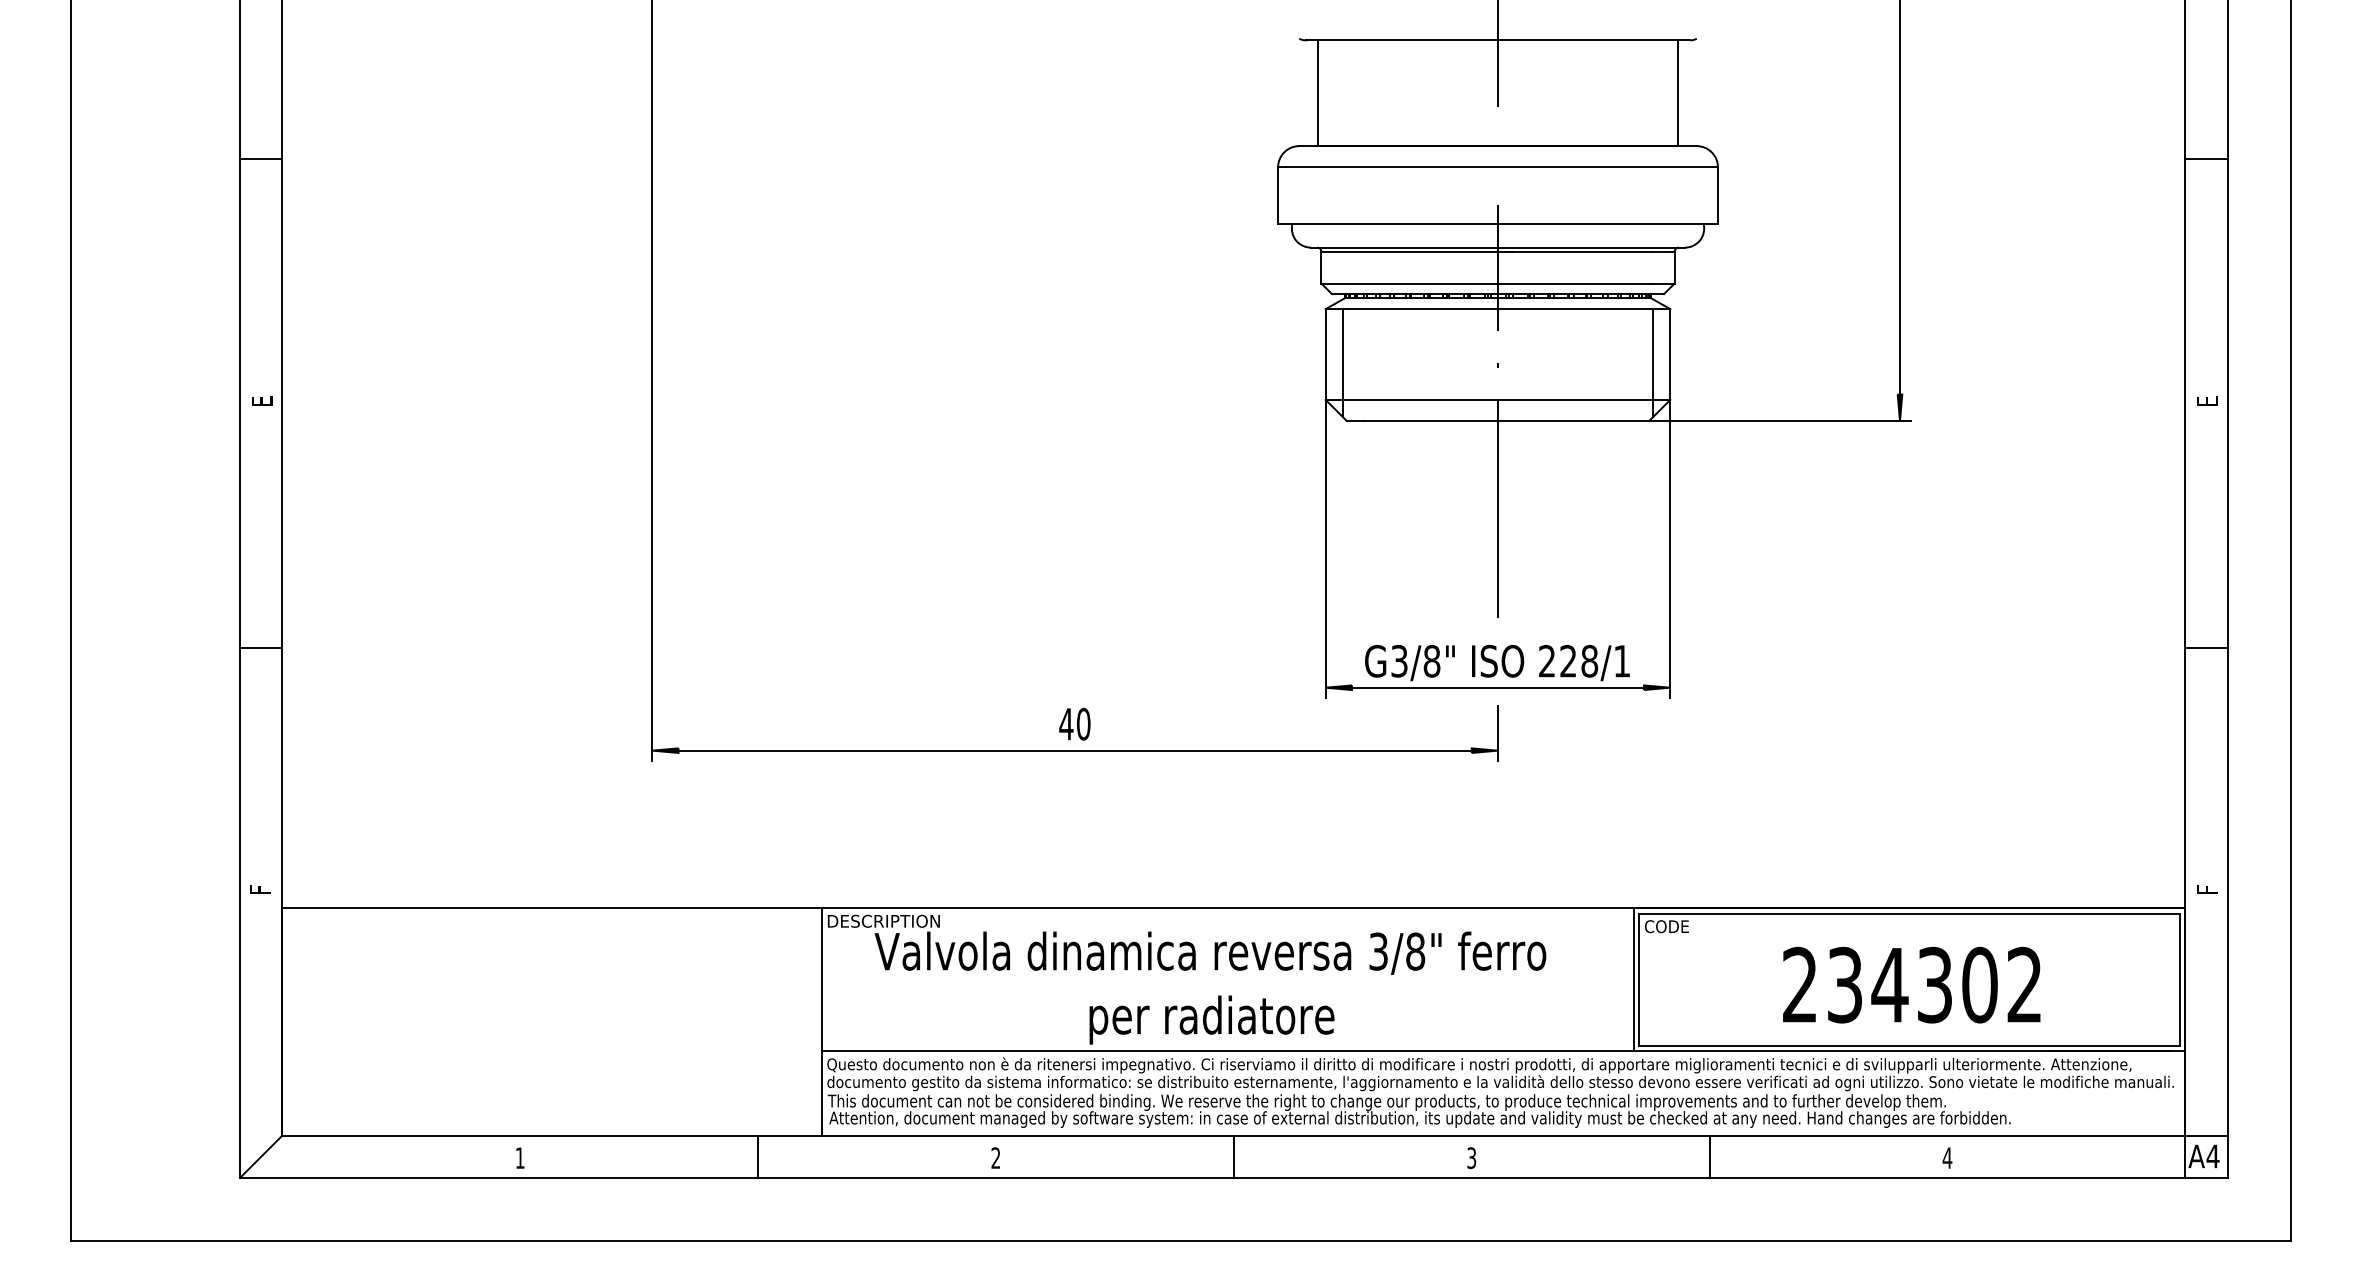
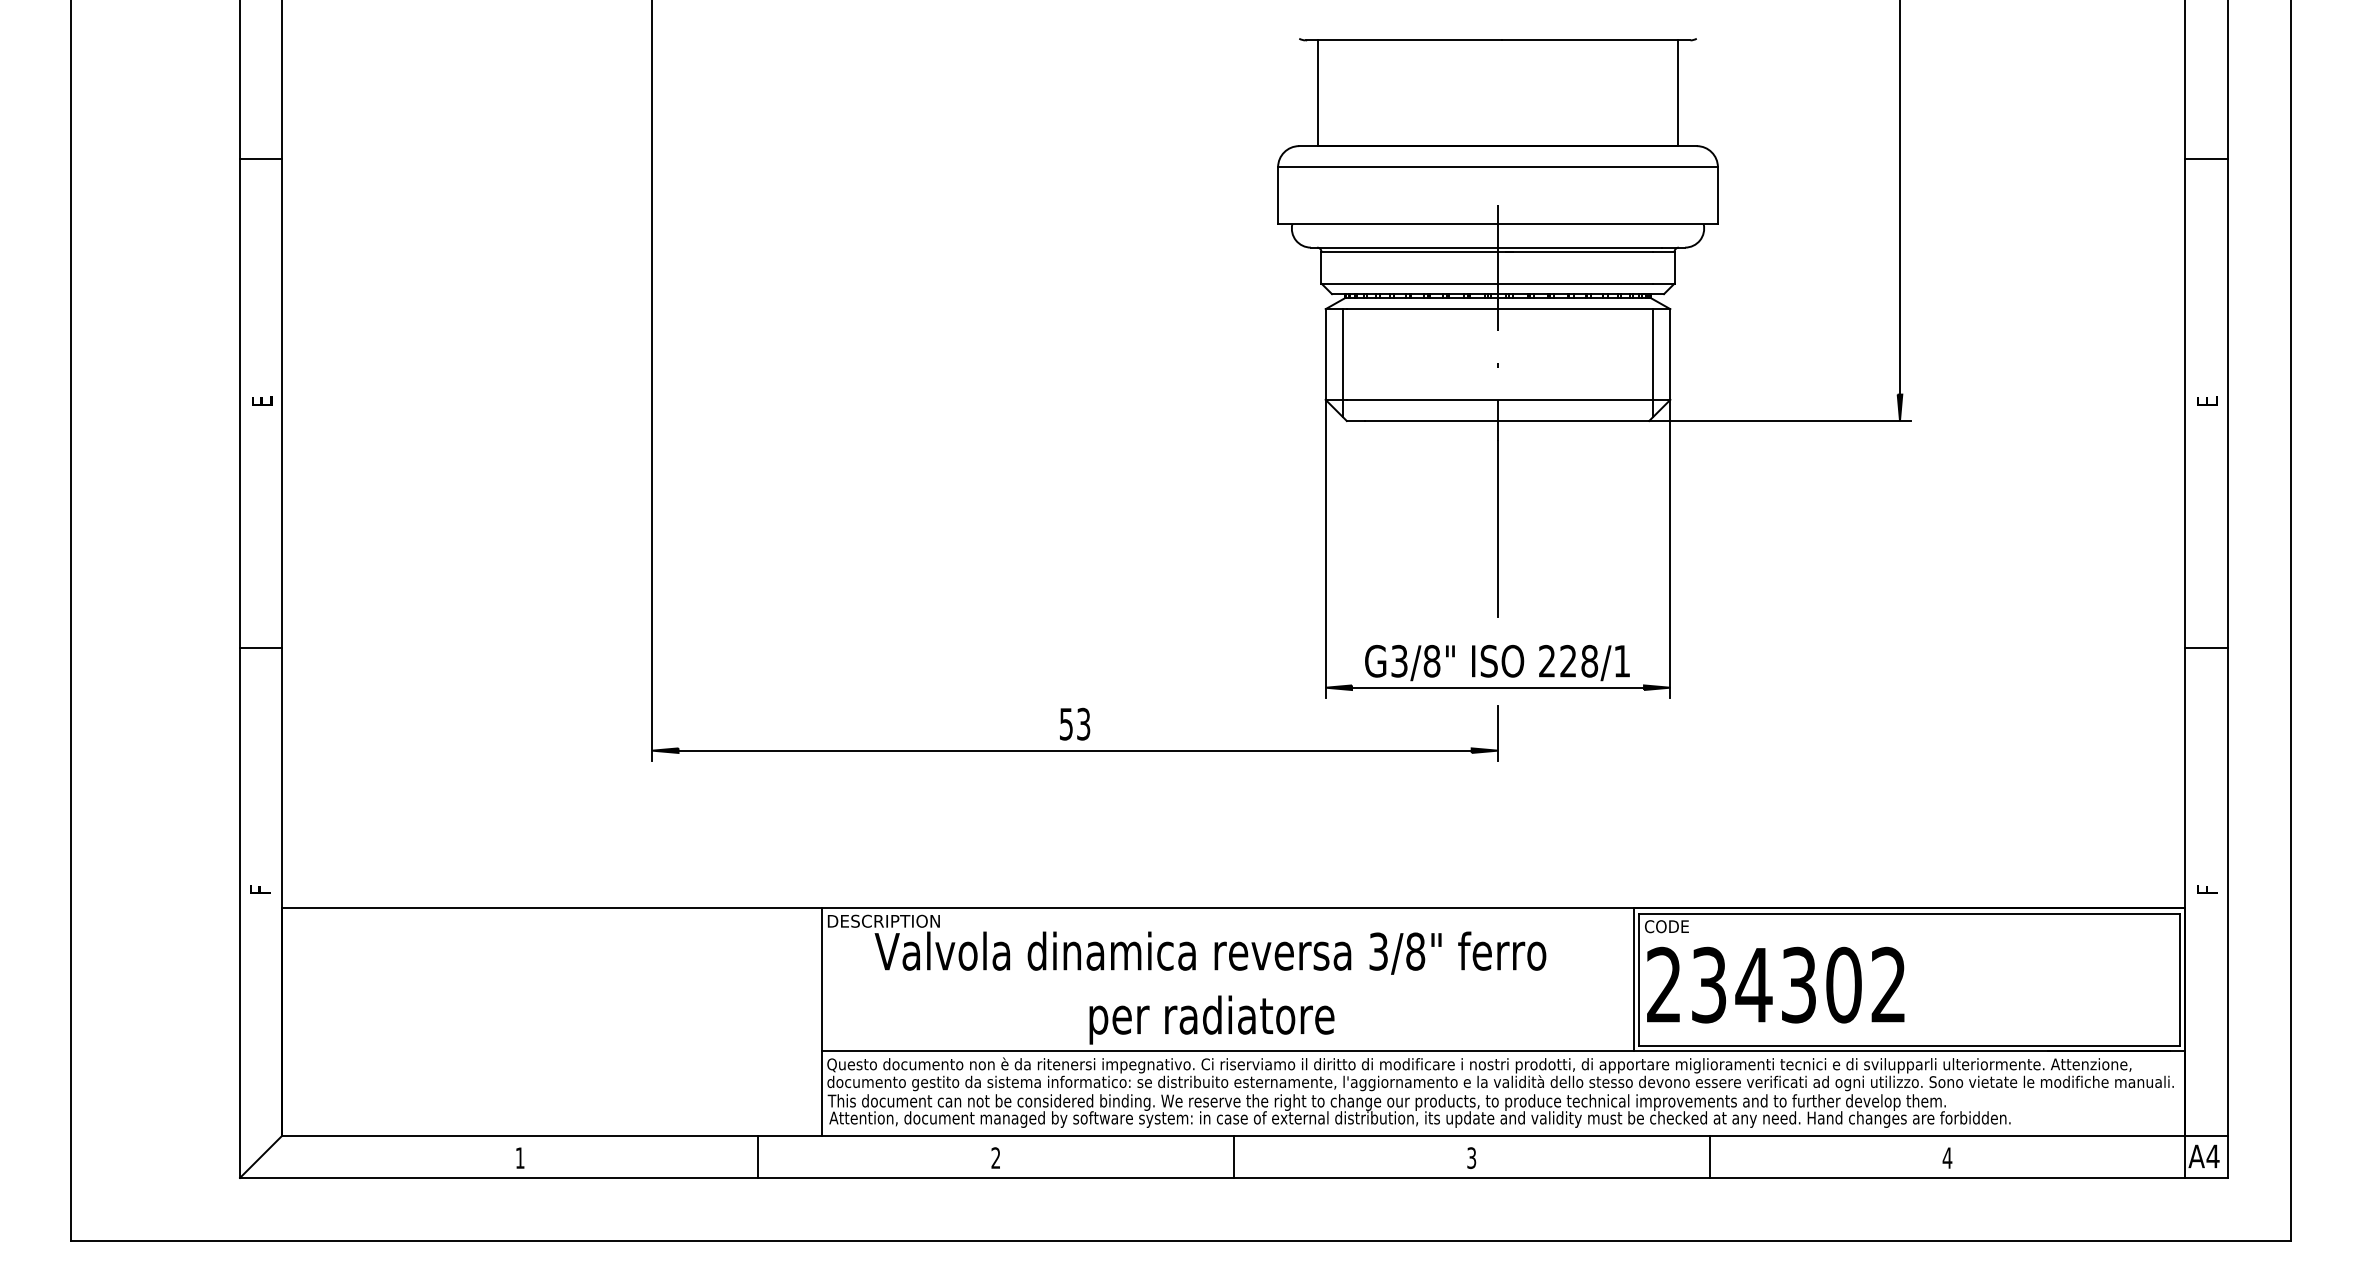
line at (1498, 54): present -> none
text at (1074, 723): 40 -> 53
text at (1911, 984) position: (1911, 984) -> (1775, 984)
